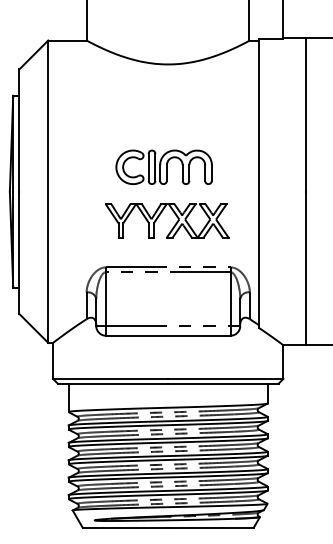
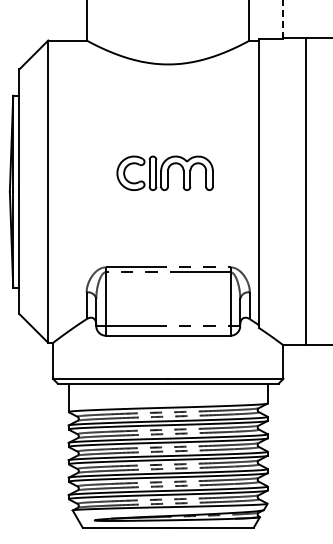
line at (283, 19): solid -> dashed
part at (163, 166) position: (163, 166) -> (164, 172)
part at (174, 224): present -> none
